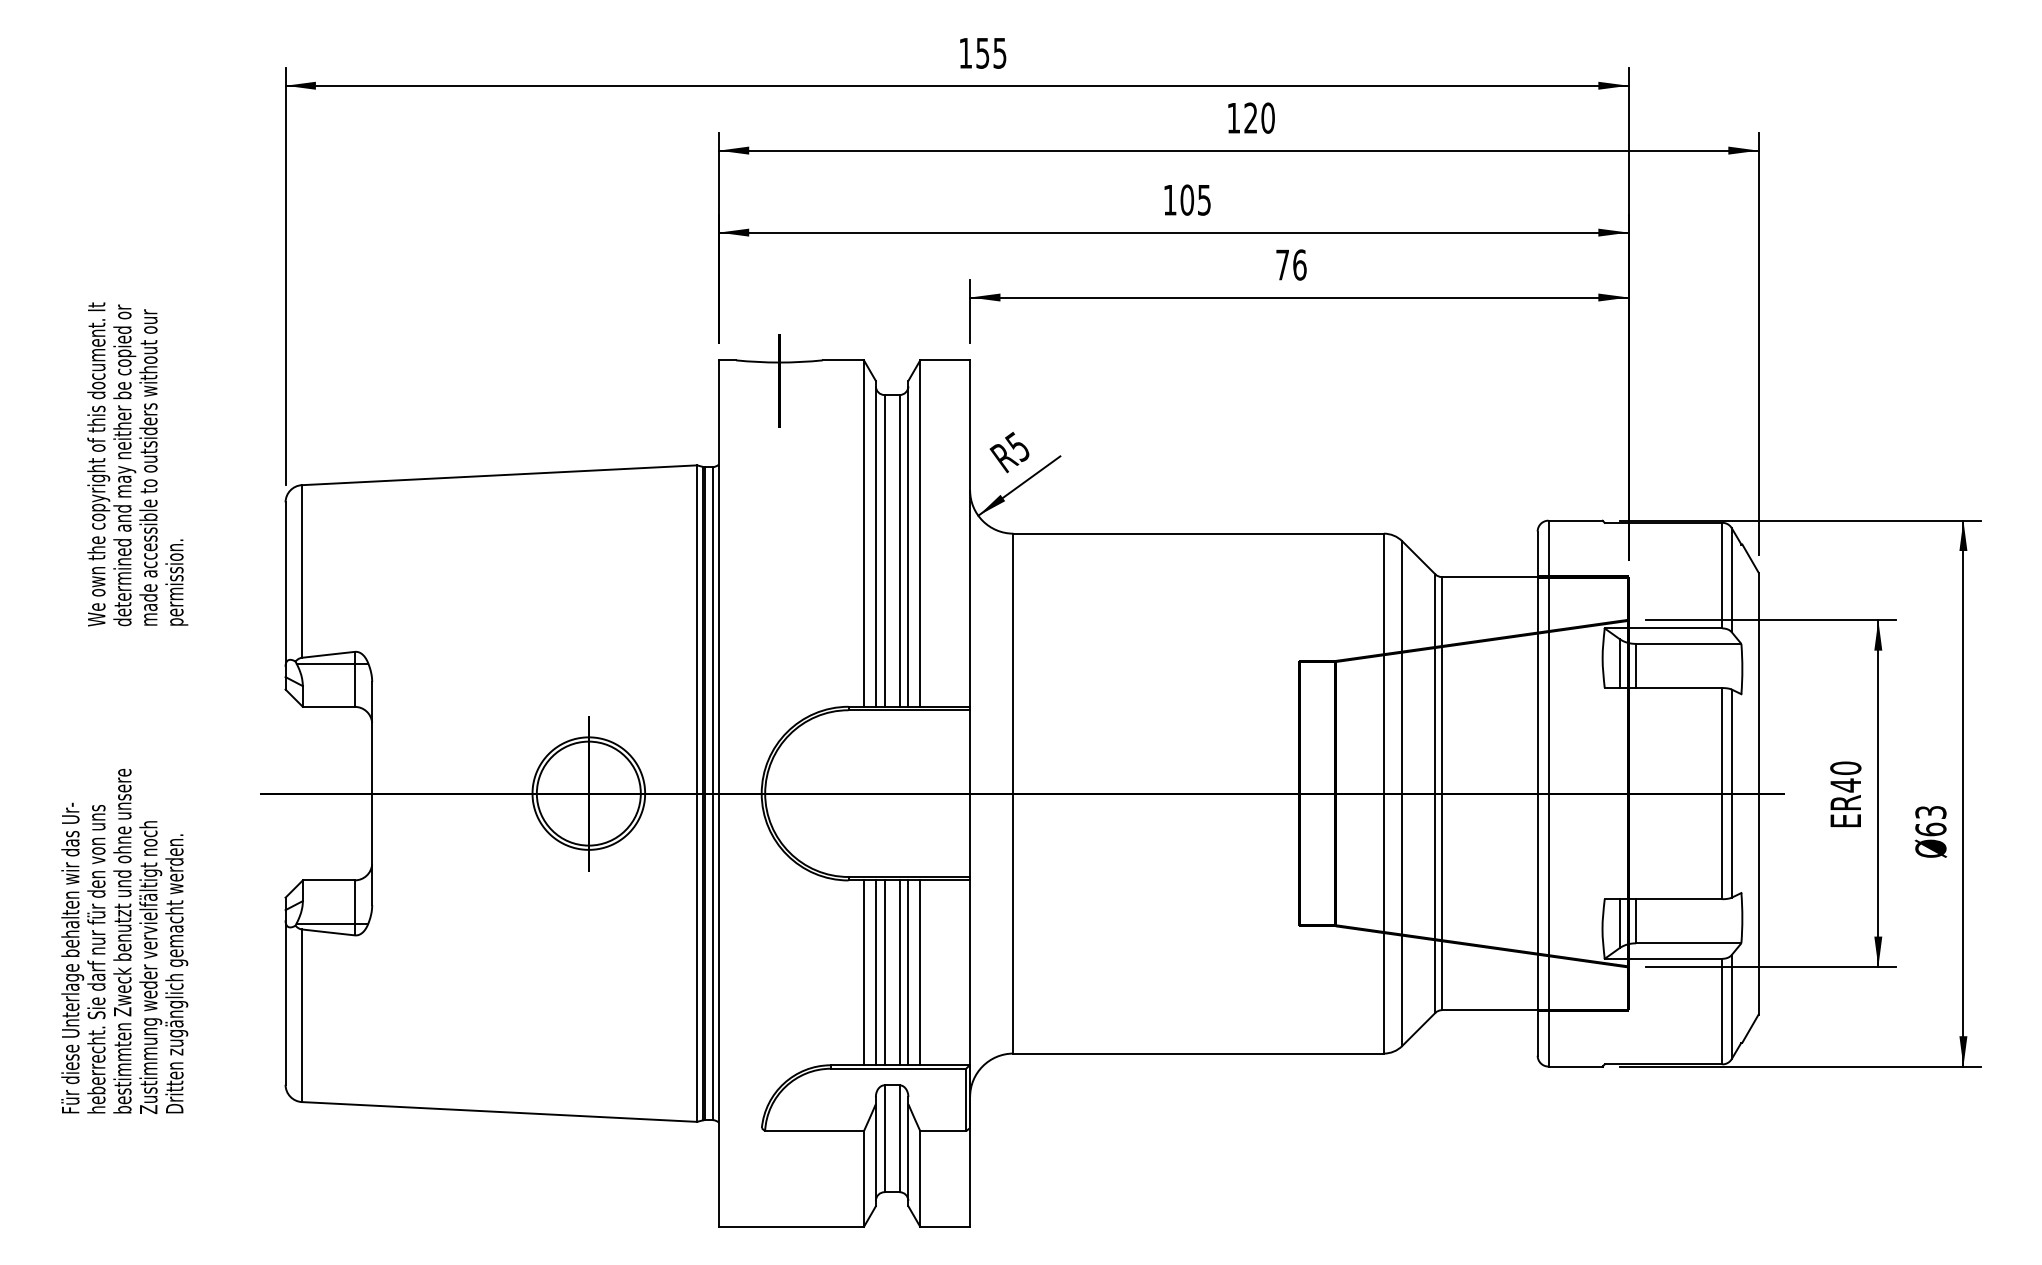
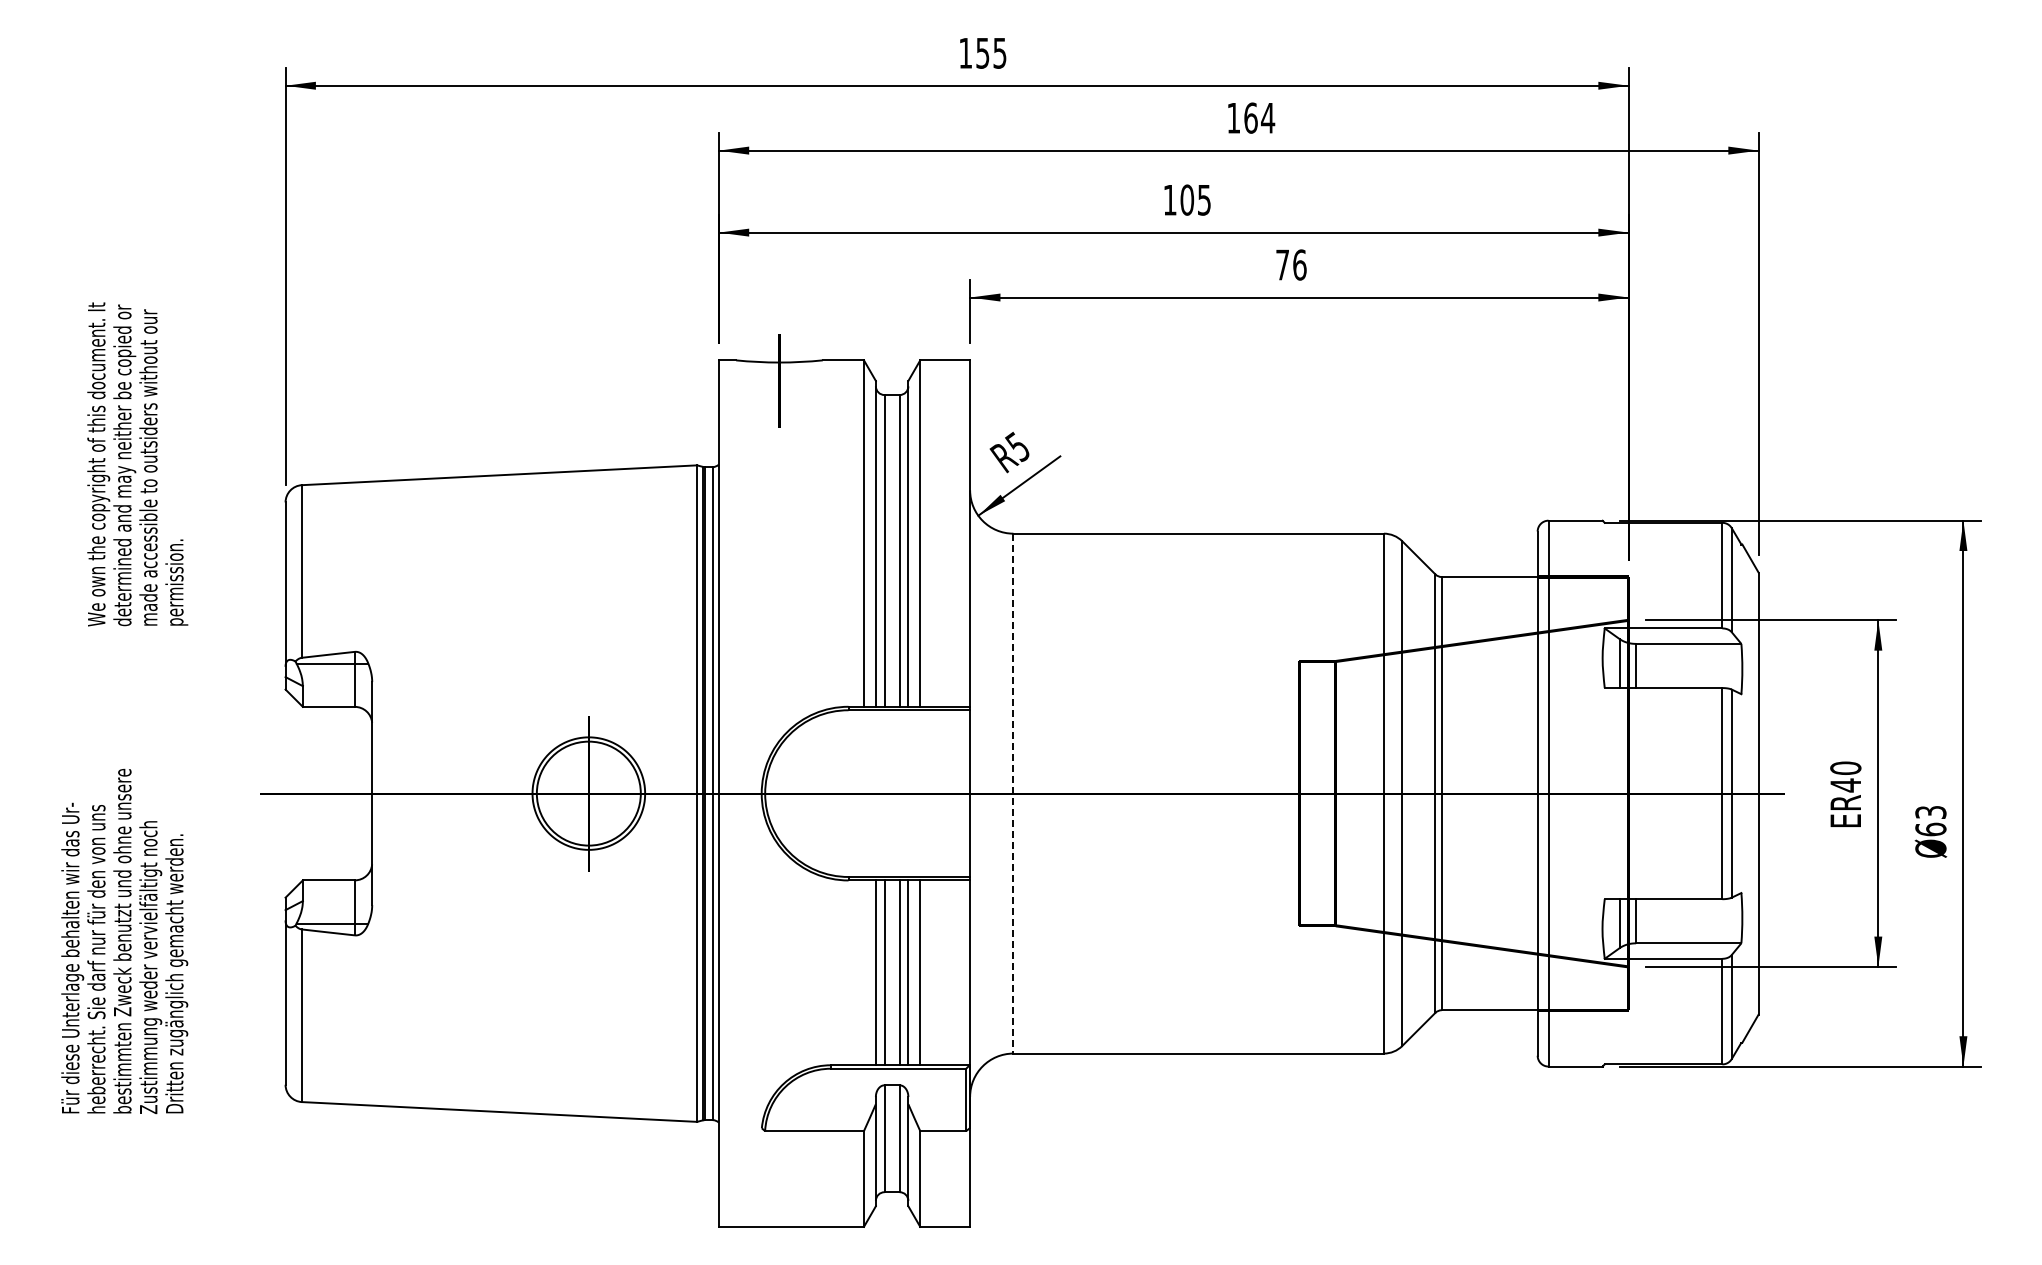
text at (1259, 117): 120 -> 164
line at (1013, 793): solid -> dashed
line at (863, 972): present -> none
